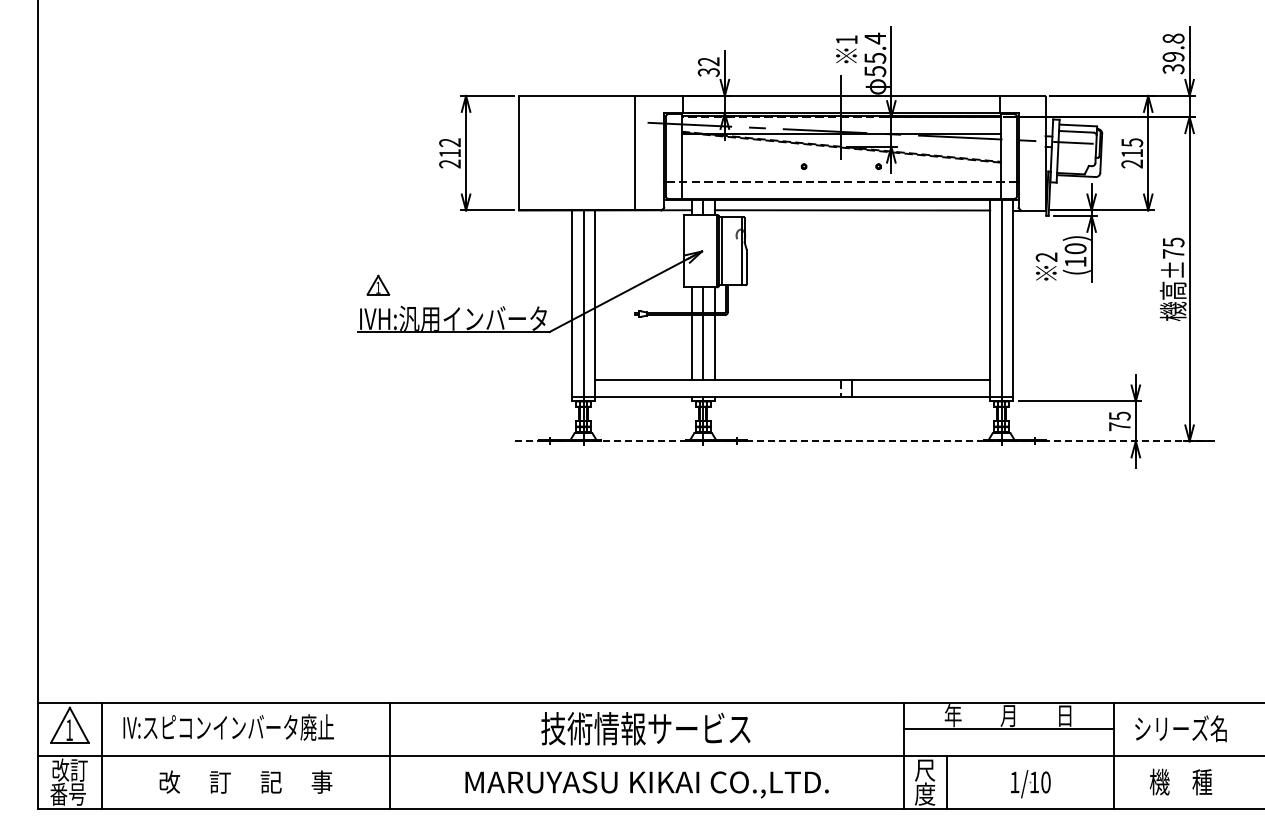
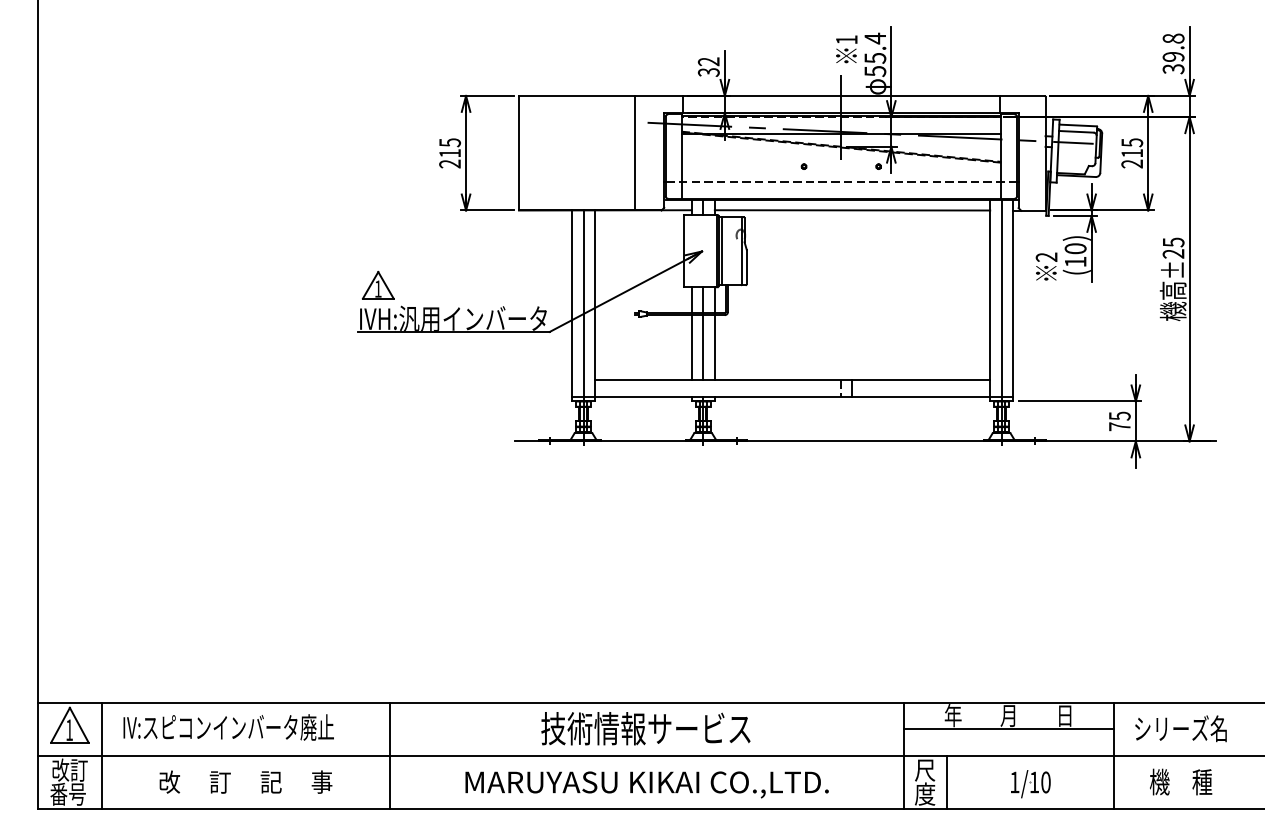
text at (450, 142): 212 -> 215
text at (1173, 253): ±75 -> ±25
part at (378, 284) size: 25x22 px -> 33x30 px
line at (865, 441): dashed -> solid
